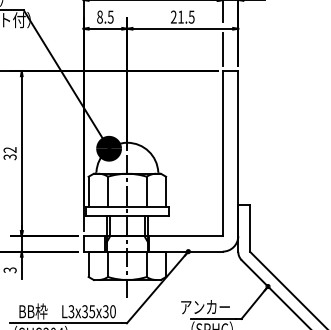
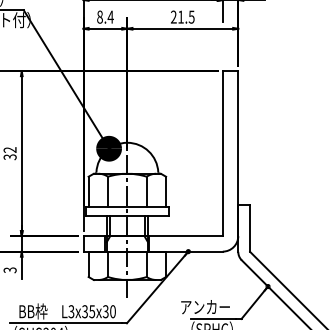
text at (110, 16): 8.5 -> 8.4
line at (222, 49): present -> none
